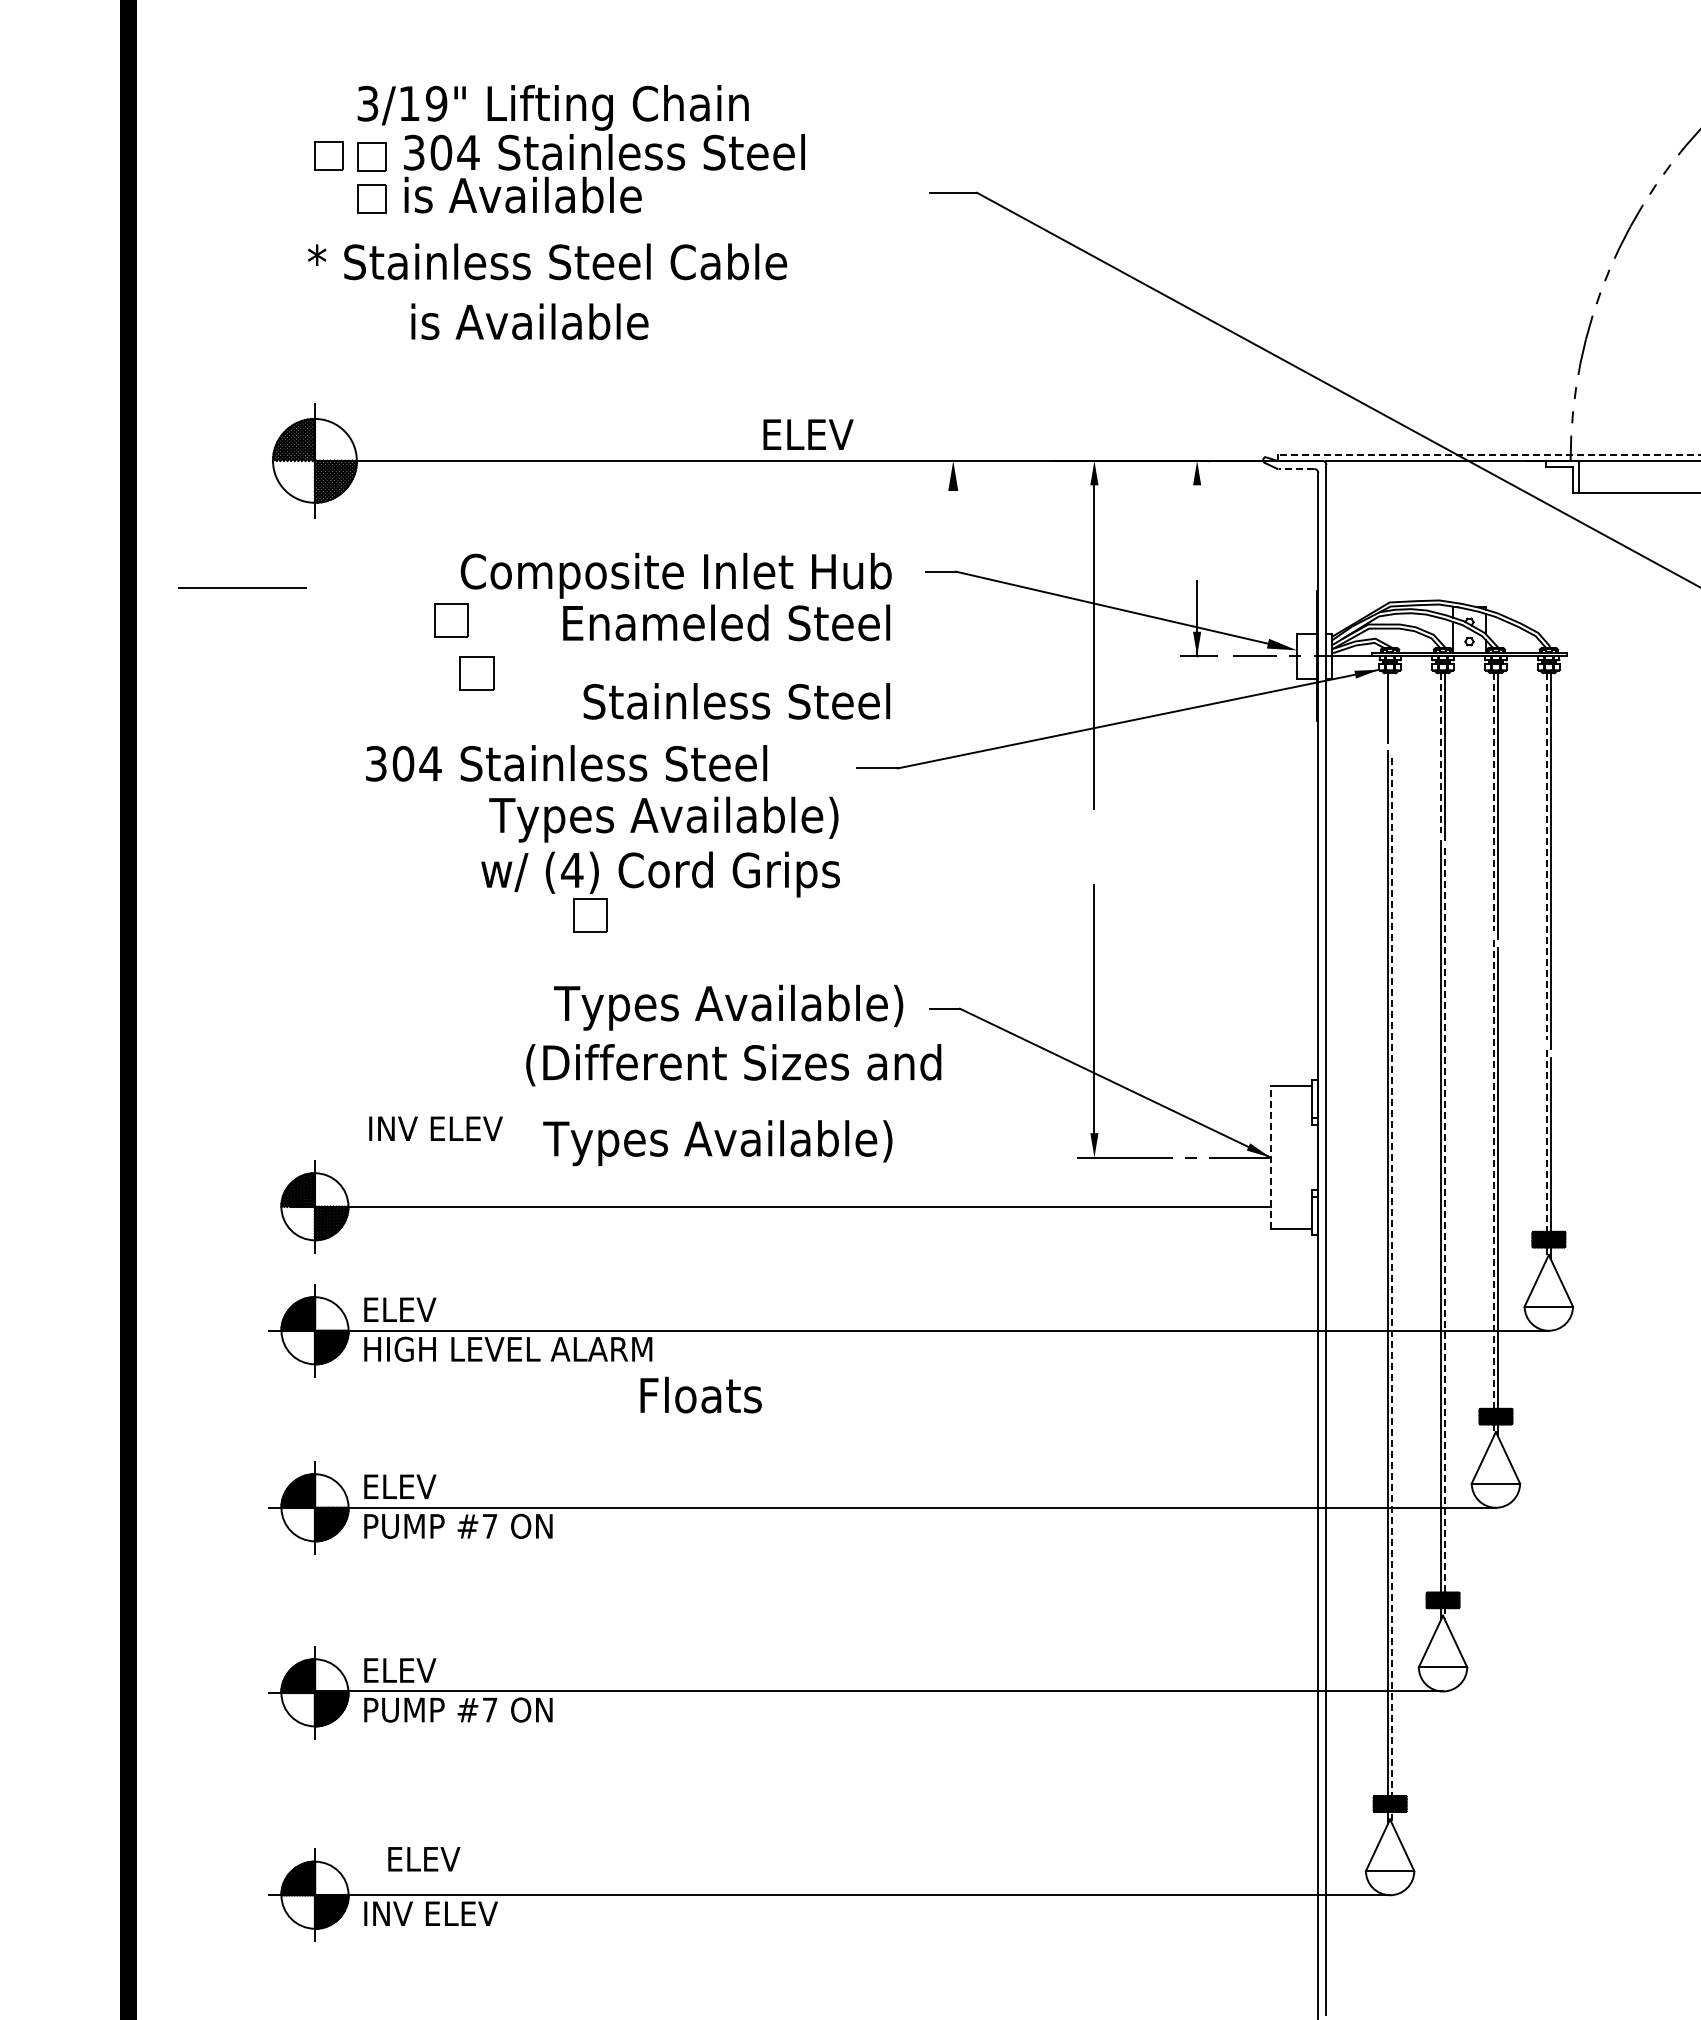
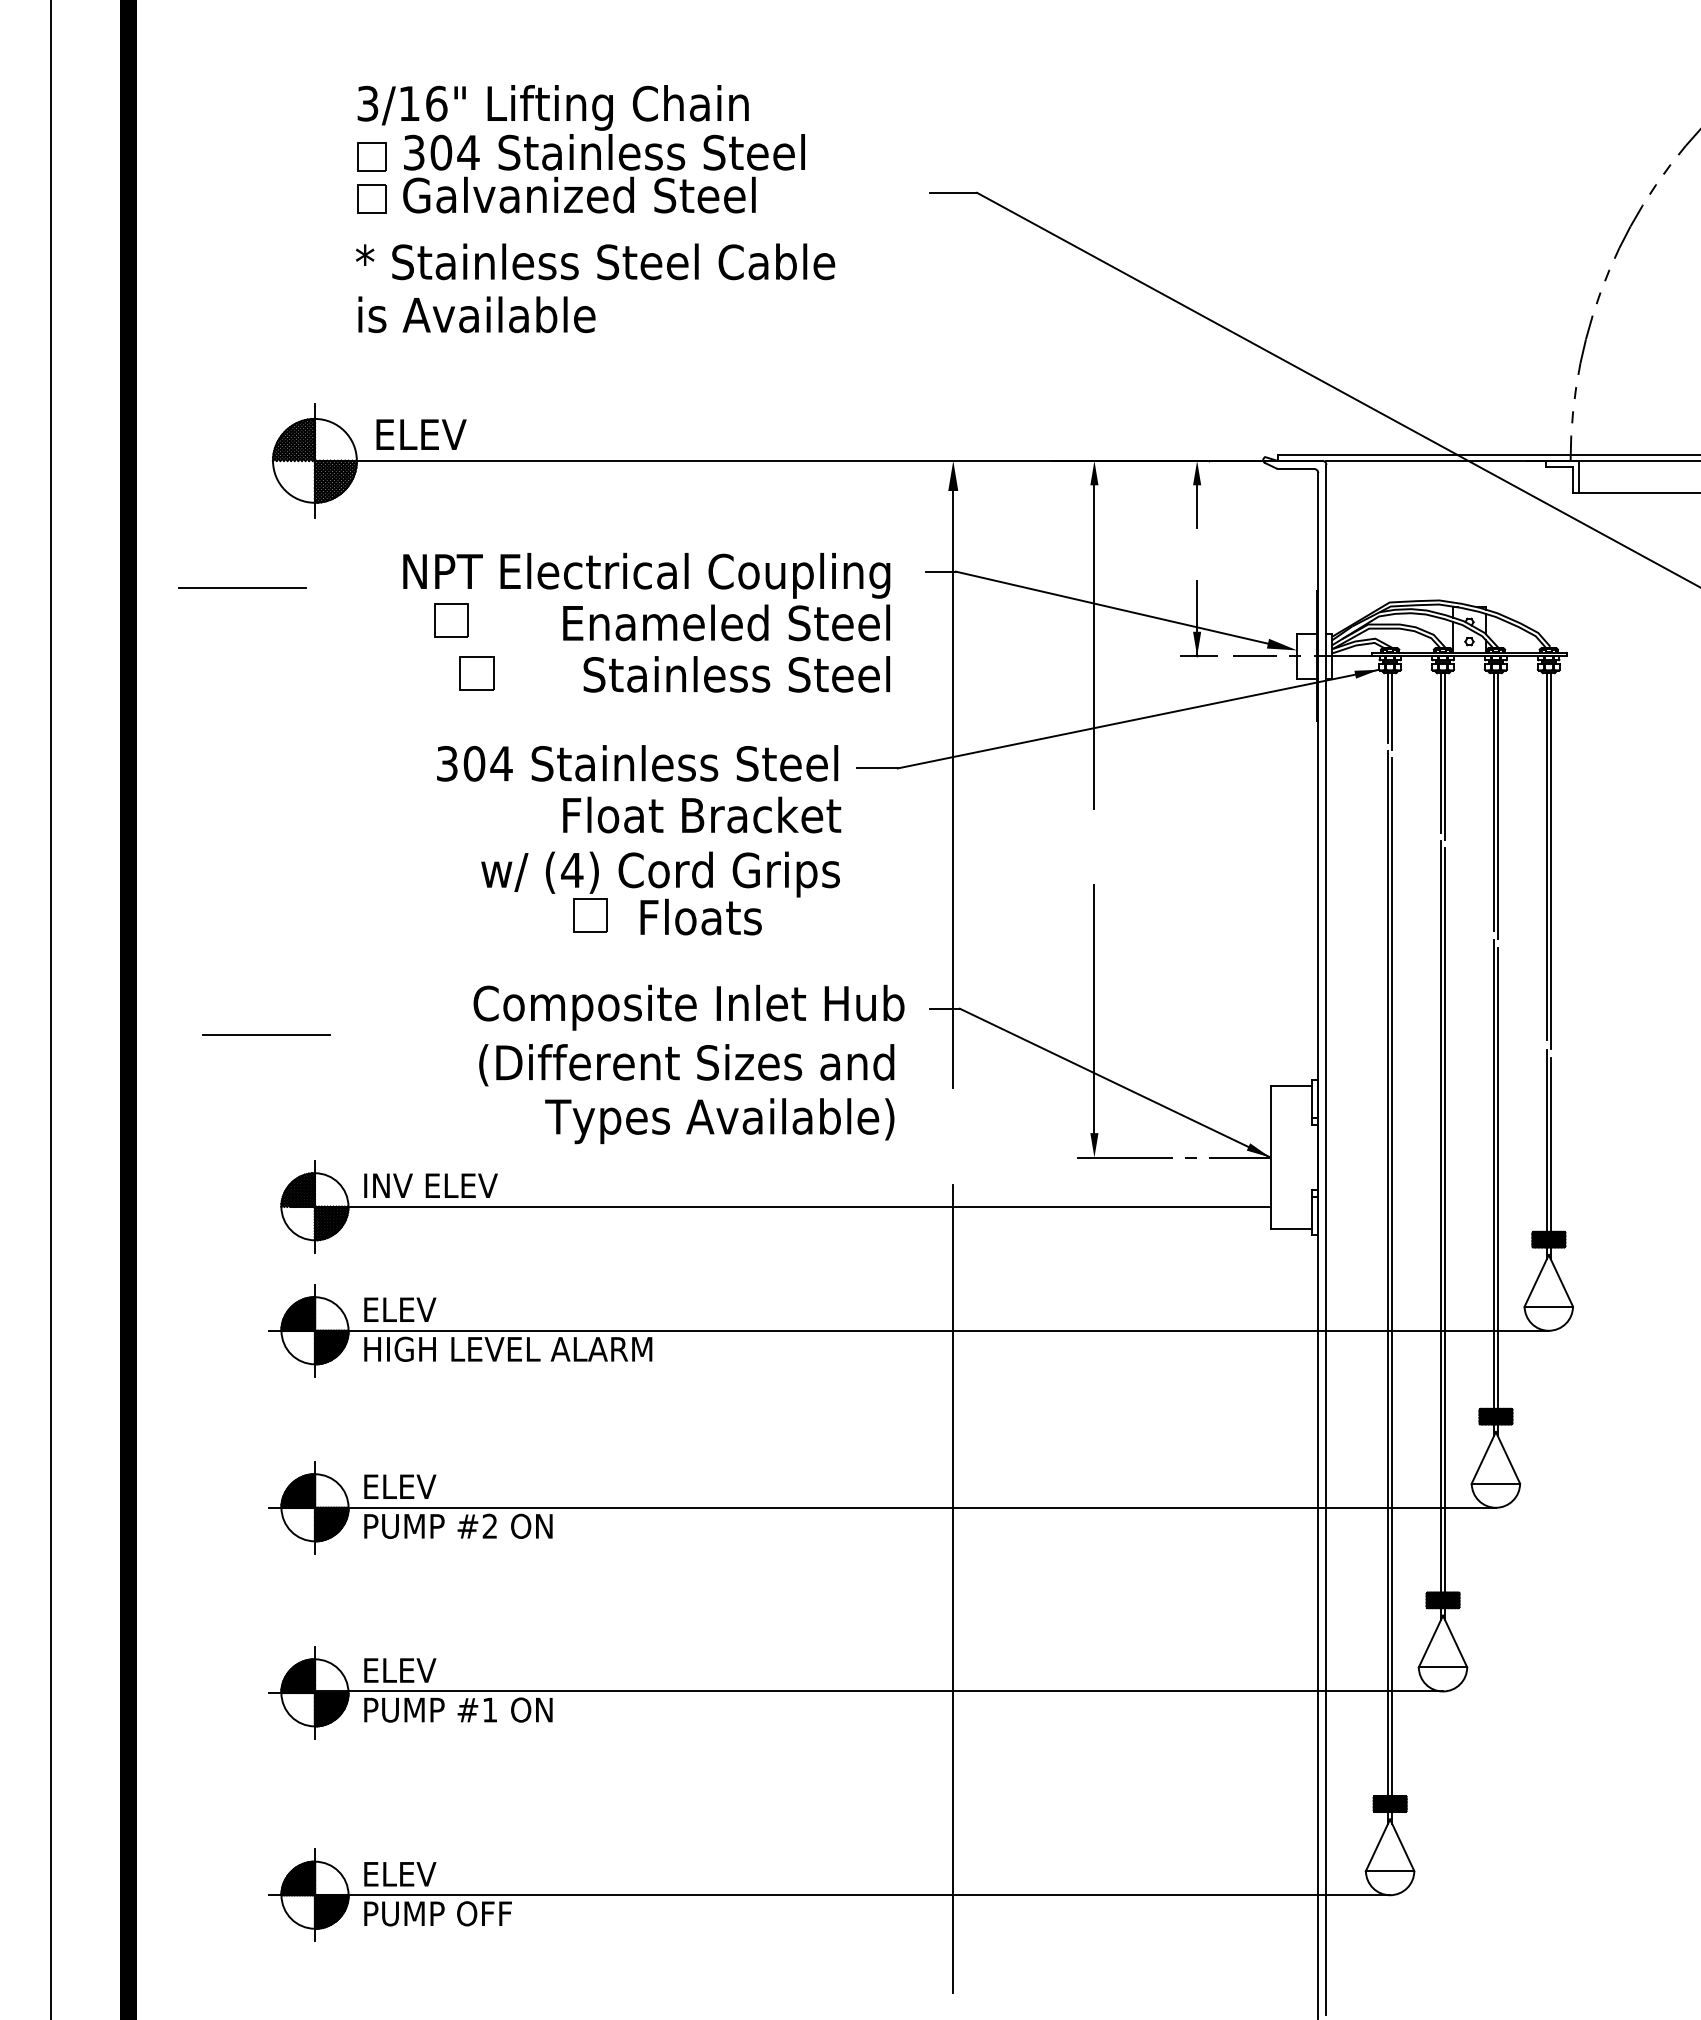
text at (436, 103): 3/19" -> 3/16"
part at (328, 155): present -> none
text at (579, 194): is Available -> Galvanized Steel
text at (547, 261) position: (547, 261) -> (595, 261)
text at (529, 321) position: (529, 321) -> (476, 314)
text at (808, 434) position: (808, 434) -> (421, 434)
line at (1488, 454): dashed -> solid
line at (1296, 469): dashed -> solid
line at (1197, 506): none -> present
text at (647, 575): Composite Inlet Hub -> NPT Electrical Coupling
text at (736, 701) position: (736, 701) -> (736, 674)
line at (1392, 711): none -> present
line at (1440, 753): dashed -> solid
text at (566, 763) position: (566, 763) -> (637, 763)
line at (953, 789): none -> present
line at (1493, 802): dashed -> solid
text at (665, 819): Types Available) -> Float Bracket
line at (1546, 857): dashed -> solid
text at (688, 1007): Types Available) -> Composite Inlet Hub
line at (51, 1009): none -> present
line at (265, 1035): none -> present
text at (733, 1065) position: (733, 1065) -> (686, 1065)
text at (435, 1128) position: (435, 1128) -> (430, 1185)
text at (717, 1143) position: (717, 1143) -> (719, 1121)
line at (1546, 1154): dashed -> solid
line at (1270, 1157): dashed -> solid
line at (1493, 1188): dashed -> solid
line at (1445, 1234): dashed -> solid
line at (1392, 1291): dashed -> solid
text at (700, 1394) position: (700, 1394) -> (700, 916)
text at (489, 1525): #7 -> #2
line at (953, 1588): none -> present
text at (490, 1709): #7 -> #1
text at (424, 1859) position: (424, 1859) -> (400, 1874)
text at (439, 1913): INV ELEV -> PUMP OFF
